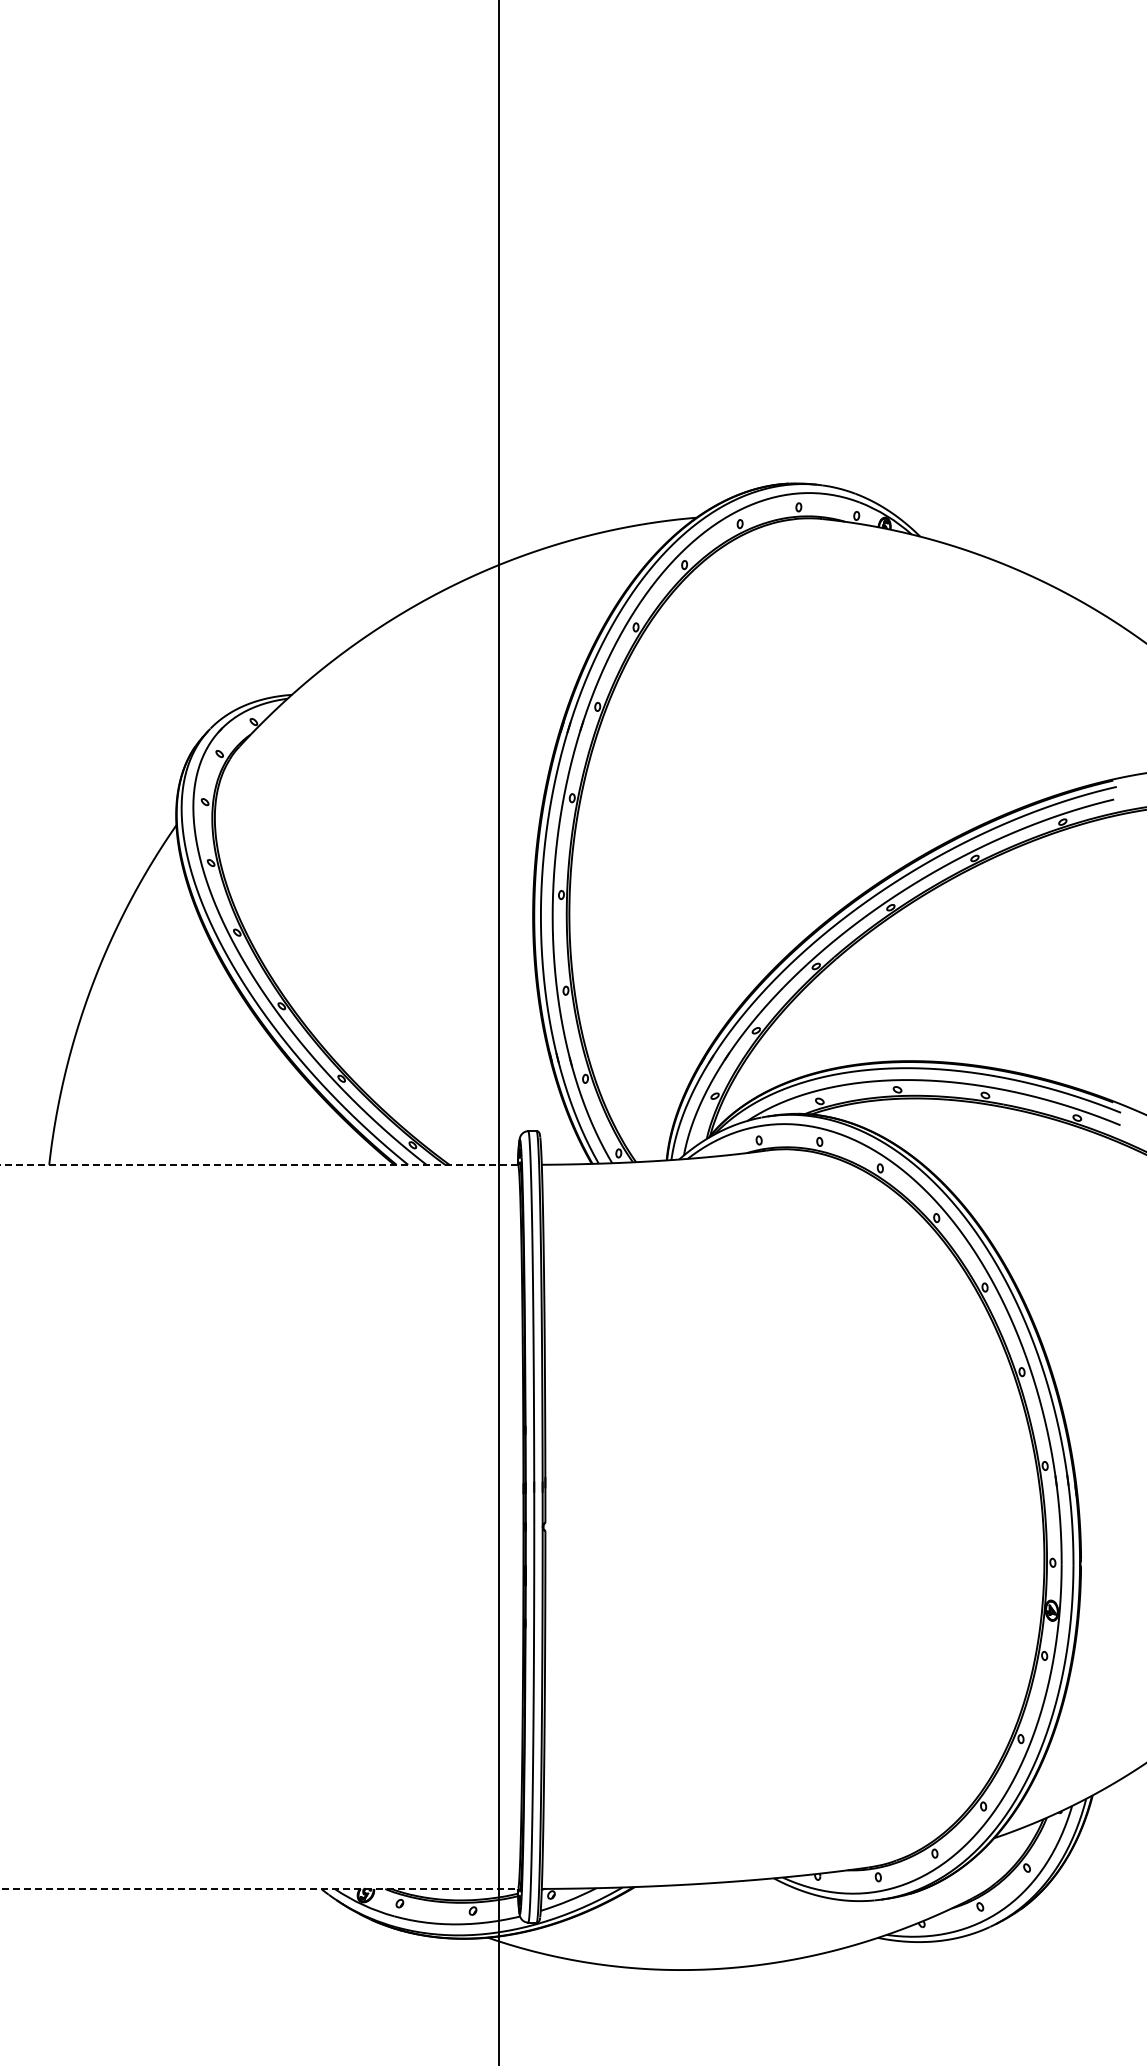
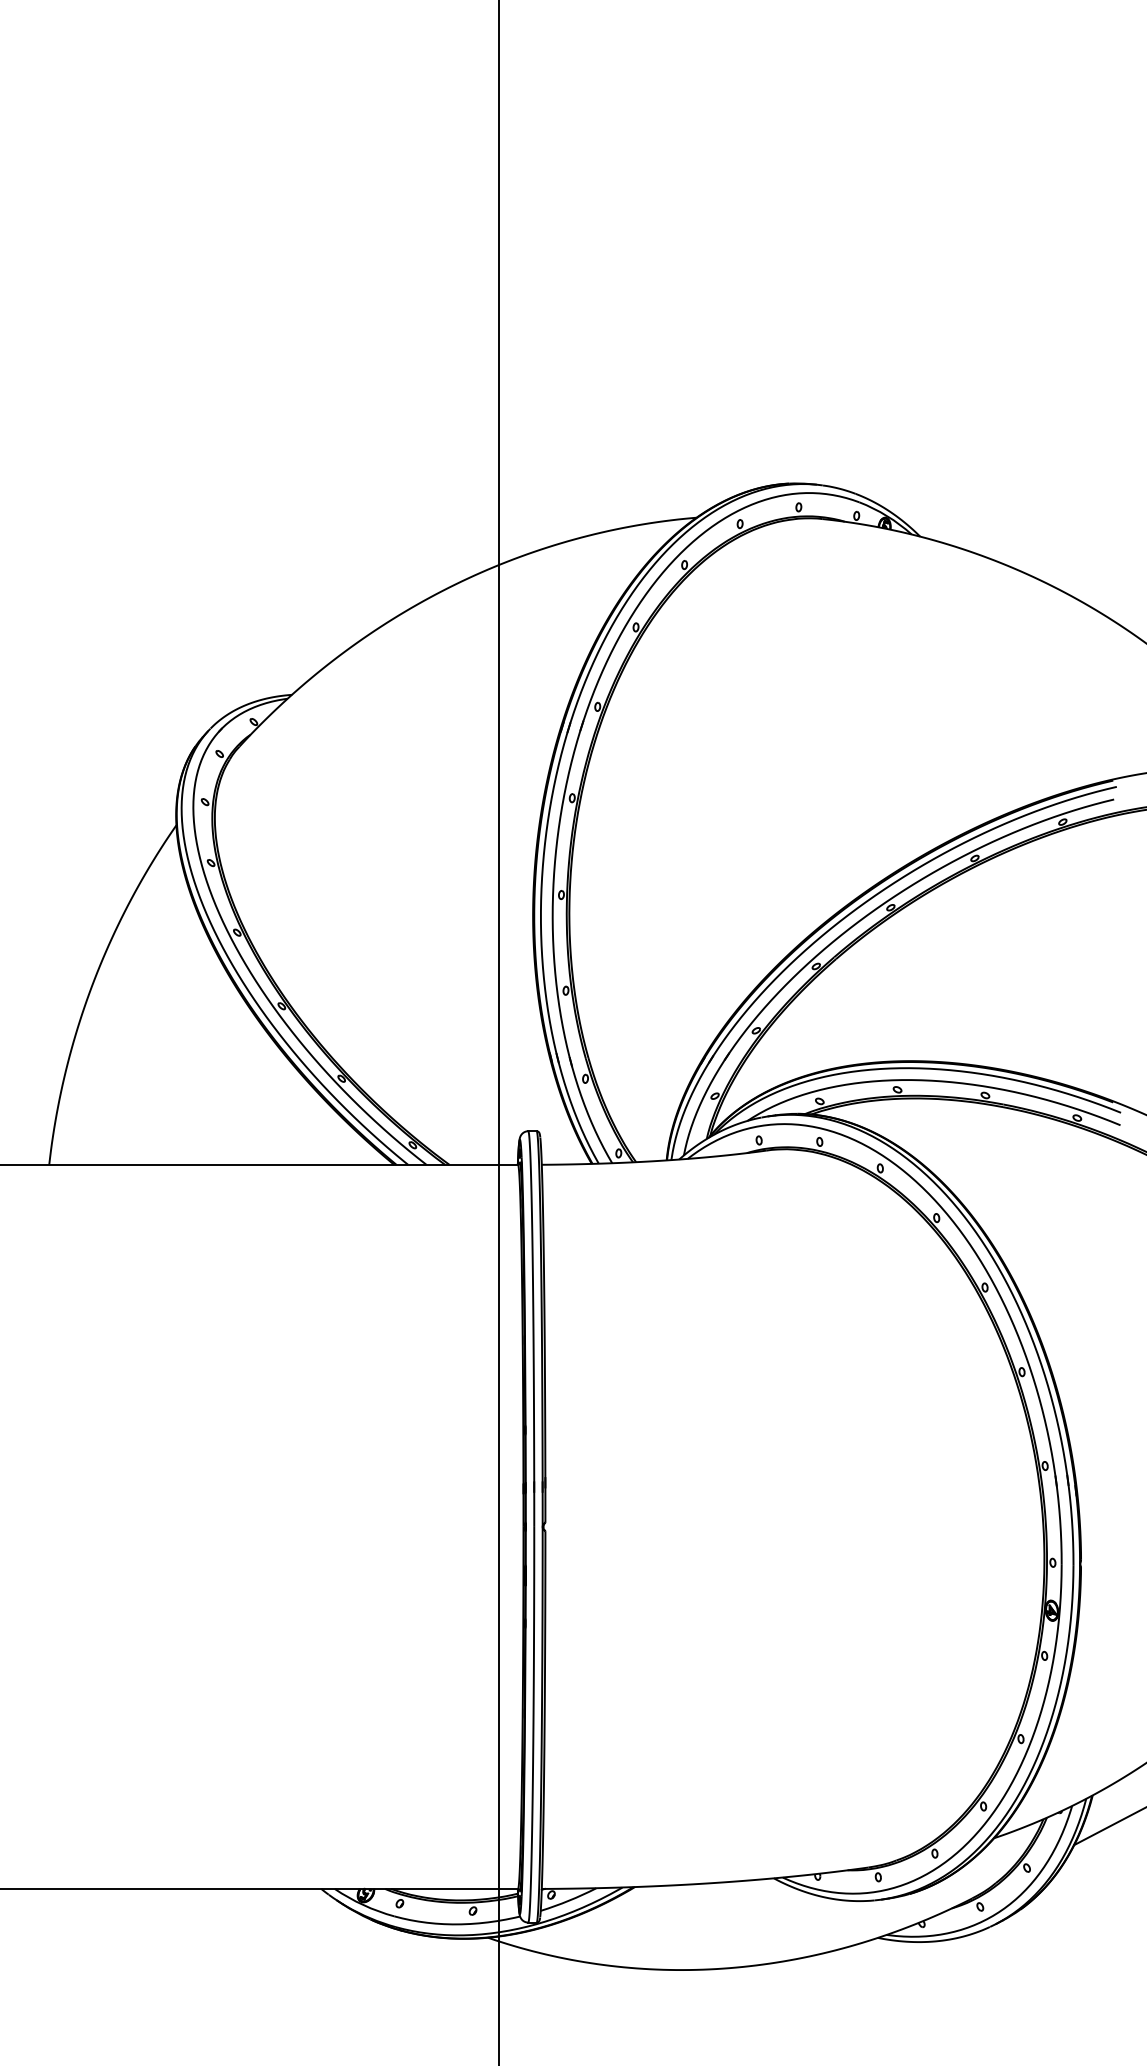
line at (259, 1164): dashed -> solid
line at (1108, 1826): none -> present
line at (259, 1889): dashed -> solid
